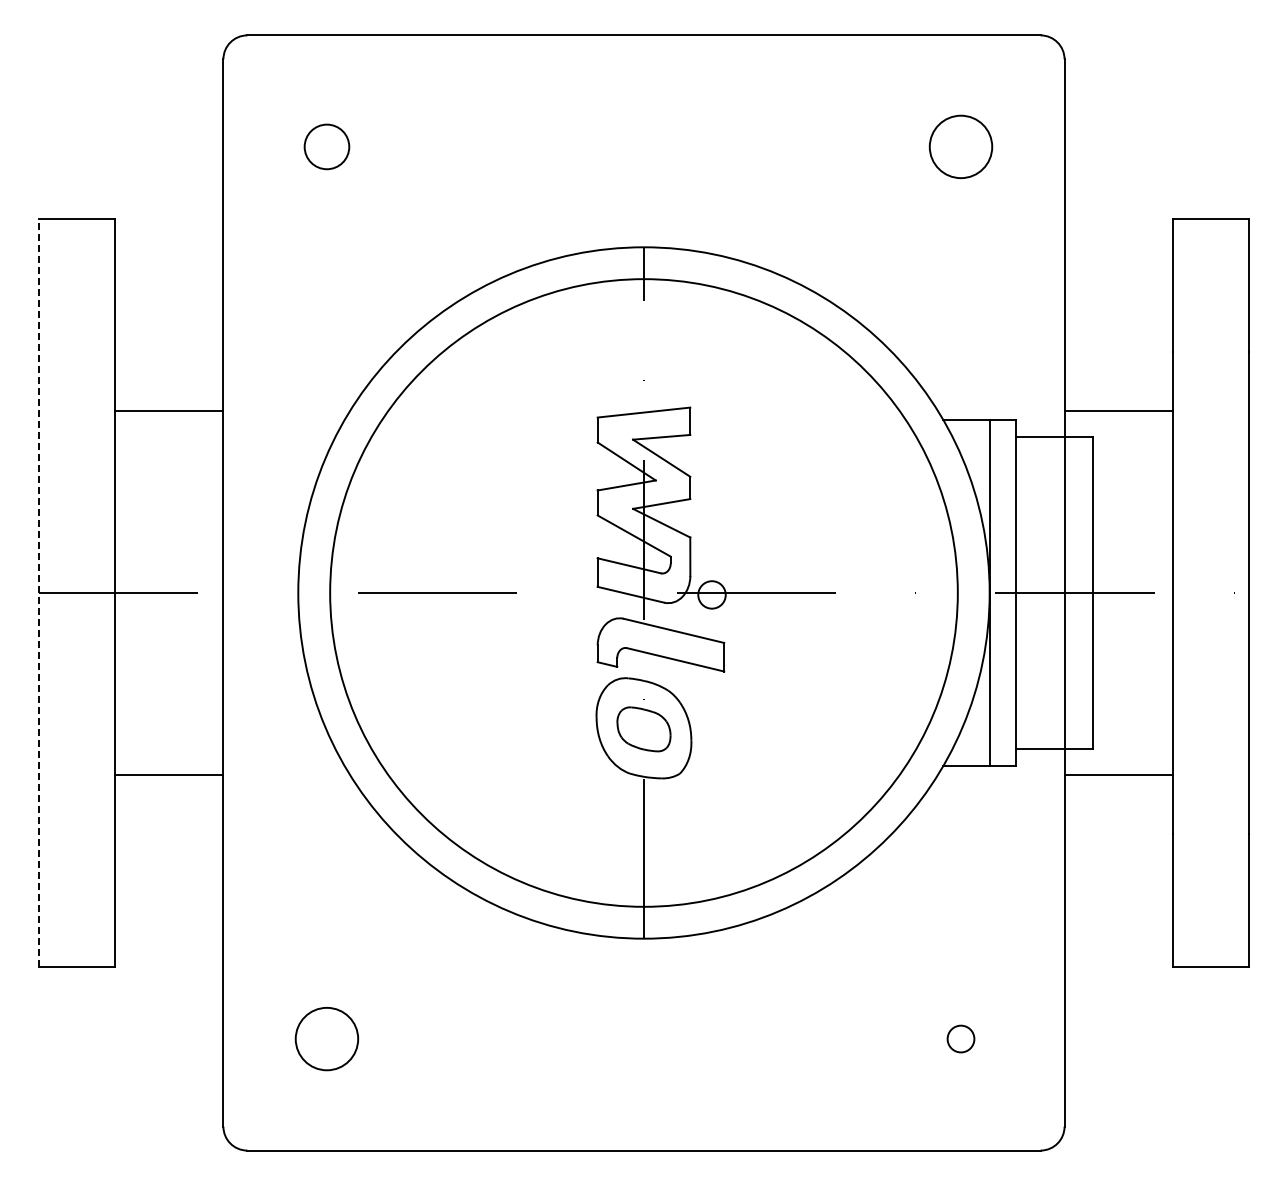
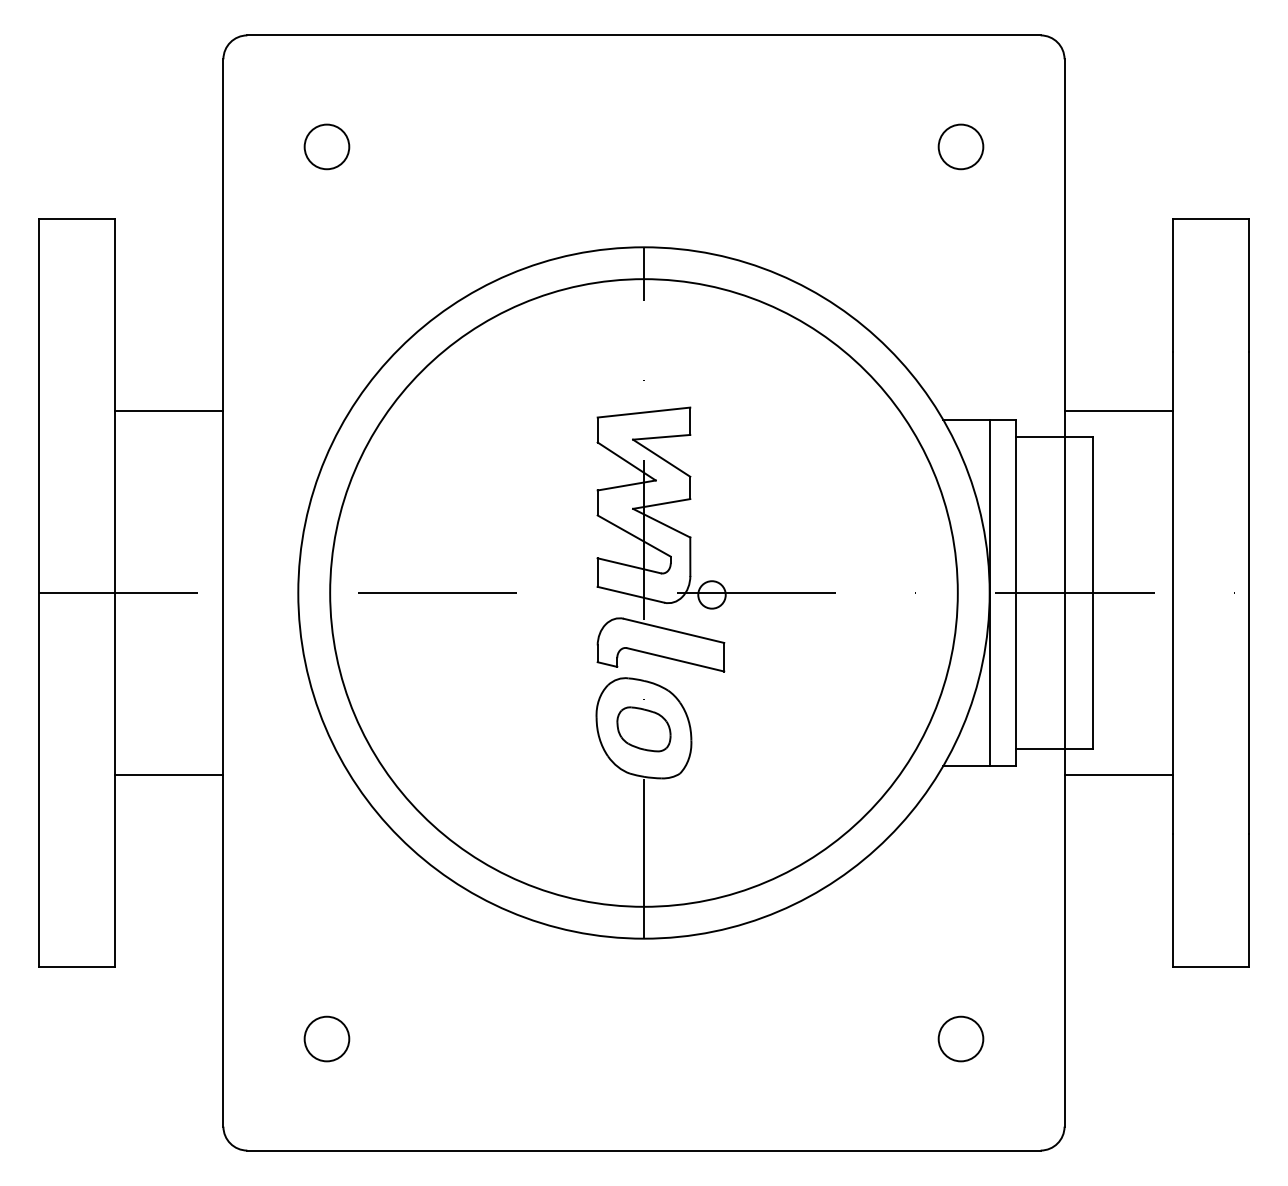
circle at (960, 146) diameter: 62 px -> 45 px
line at (38, 592): dashed -> solid
circle at (960, 1038) diameter: 27 px -> 45 px
circle at (326, 1039) size: 66x65 px -> 48x48 px
